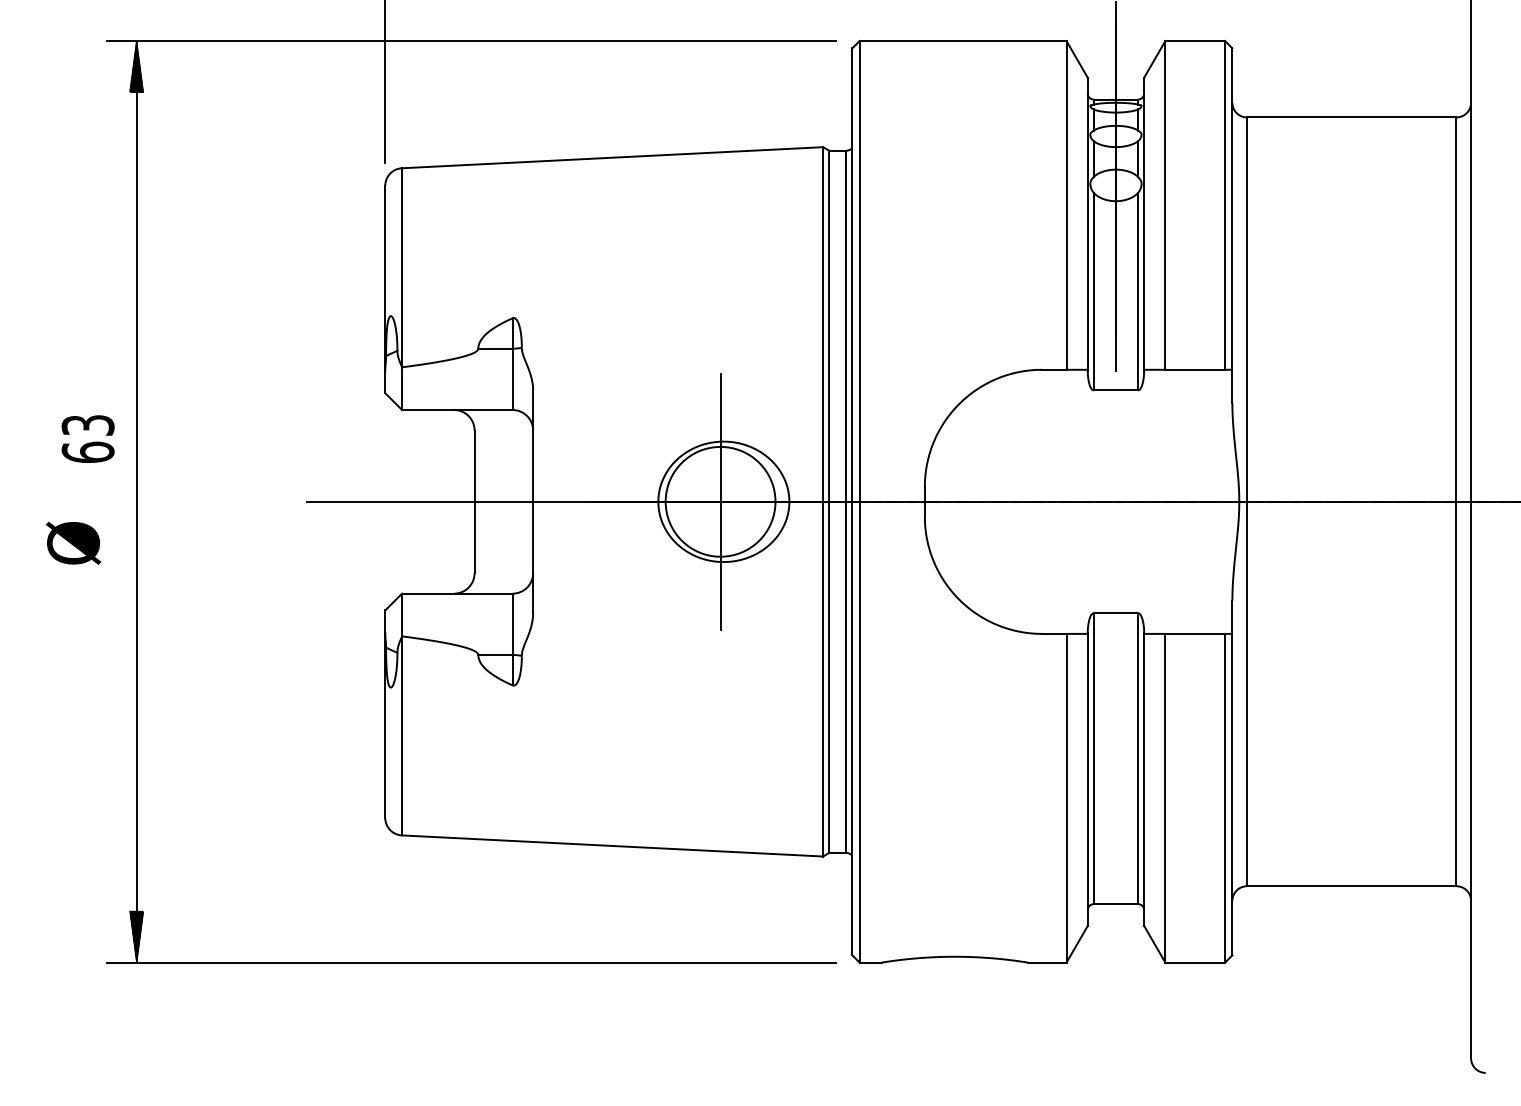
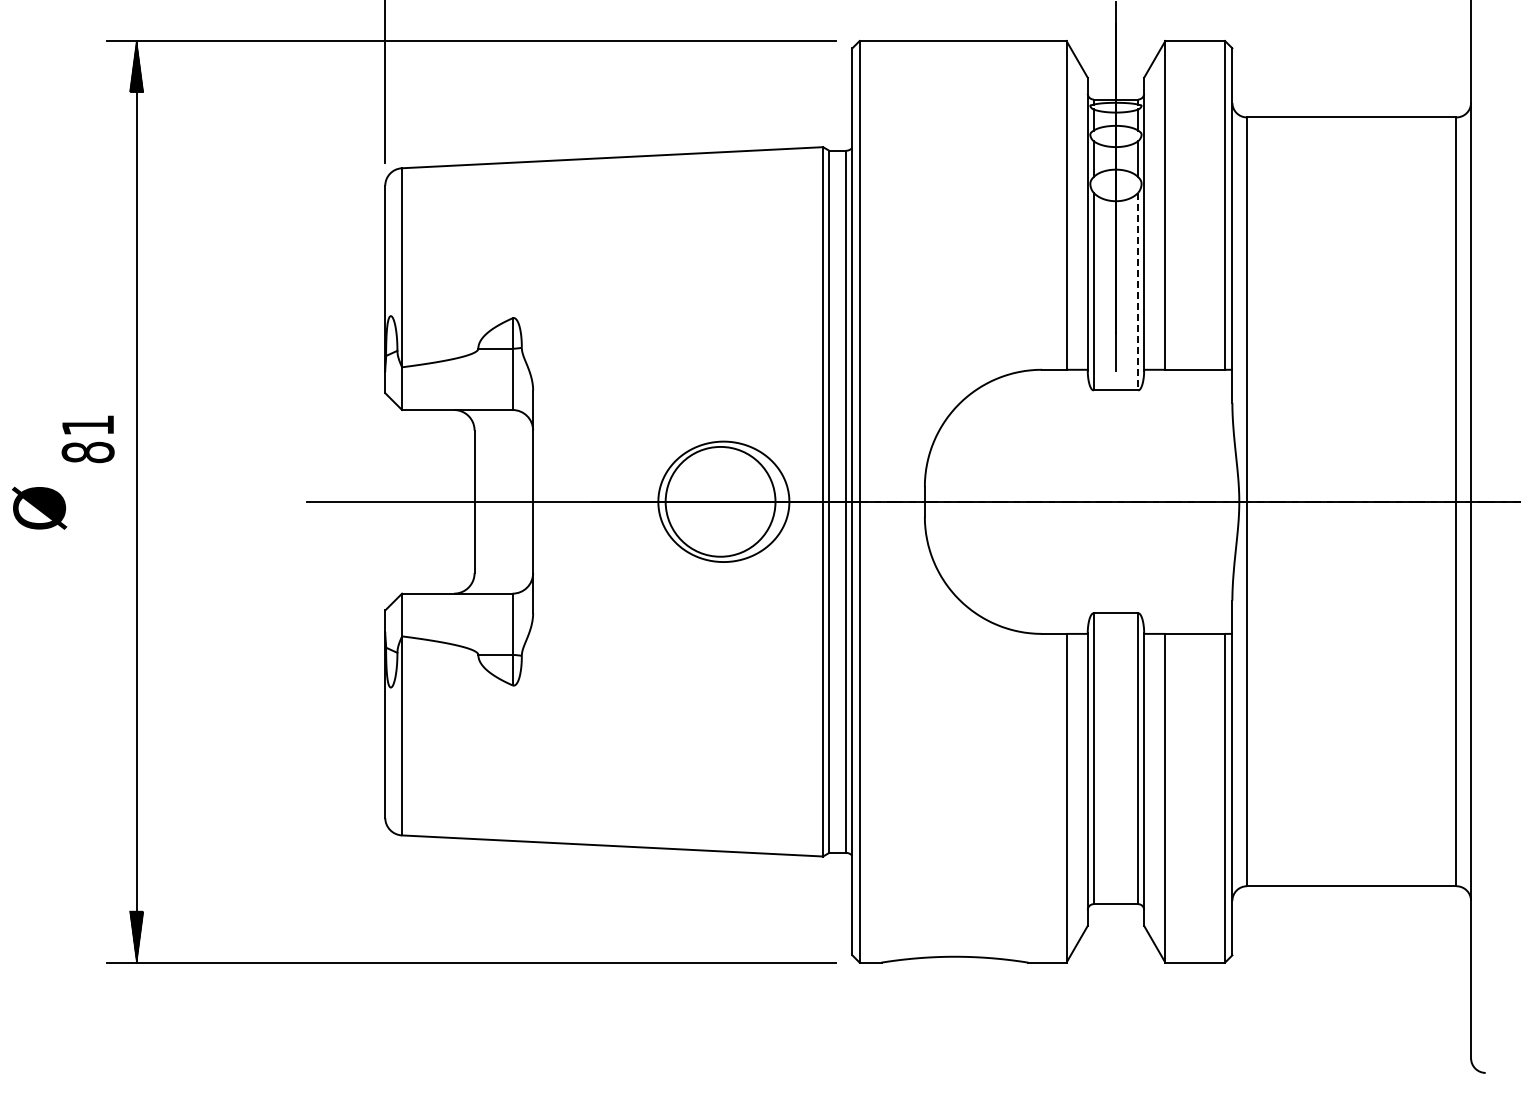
line at (1138, 291): solid -> dashed
text at (87, 439): 63 -> 81
line at (720, 501): present -> none
text at (73, 542) position: (73, 542) -> (39, 507)
